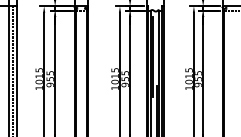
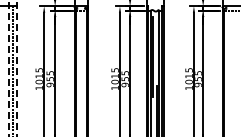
line at (8, 67): solid -> dashed
line at (17, 68): solid -> dashed
